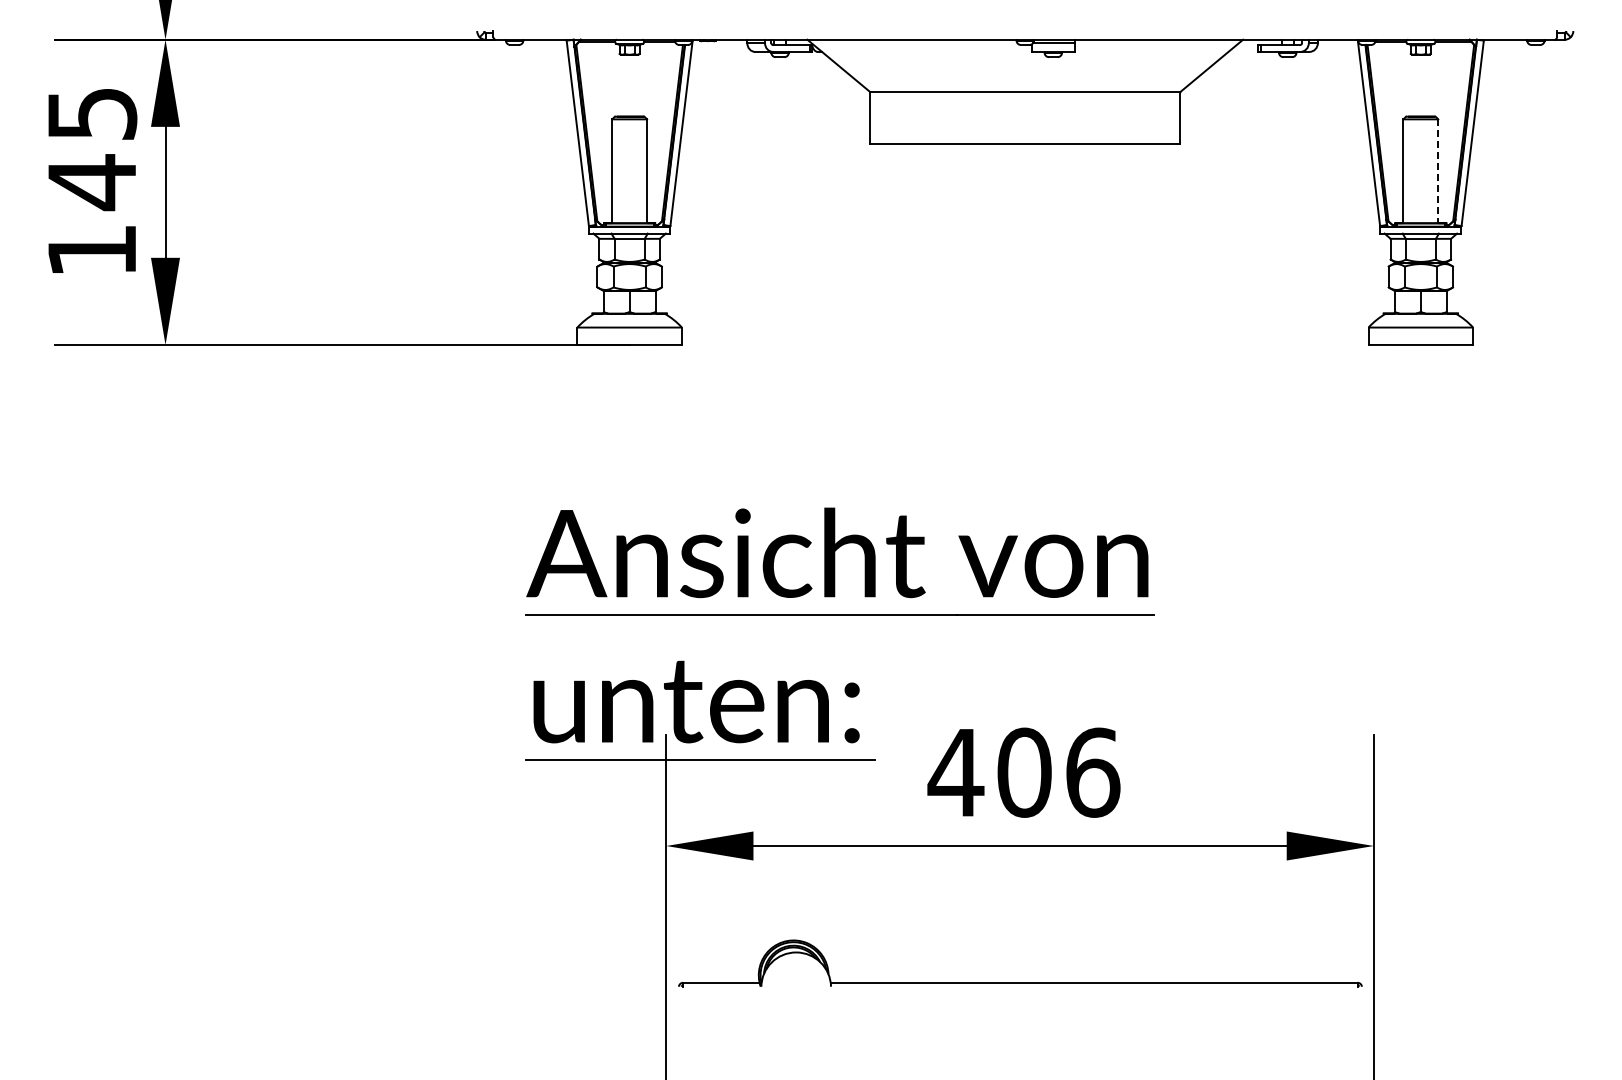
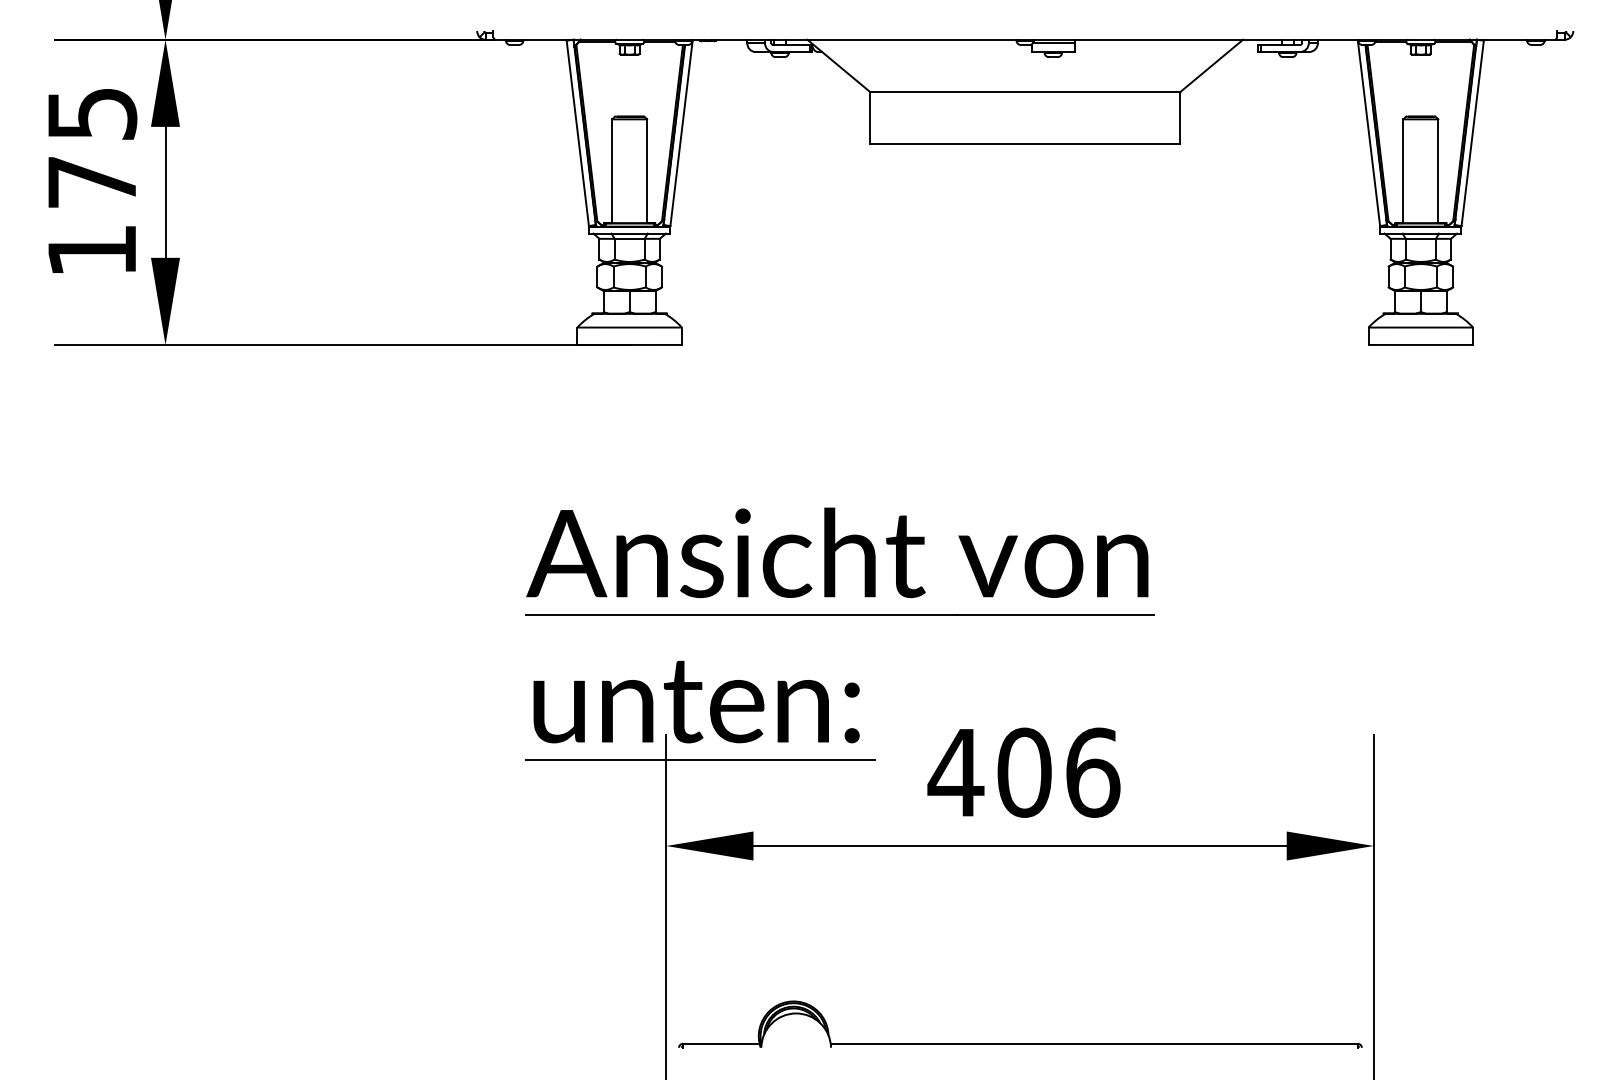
line at (1438, 171): dashed -> solid
text at (91, 182): 145 -> 175
part at (1020, 982) position: (1020, 982) -> (1020, 1043)
